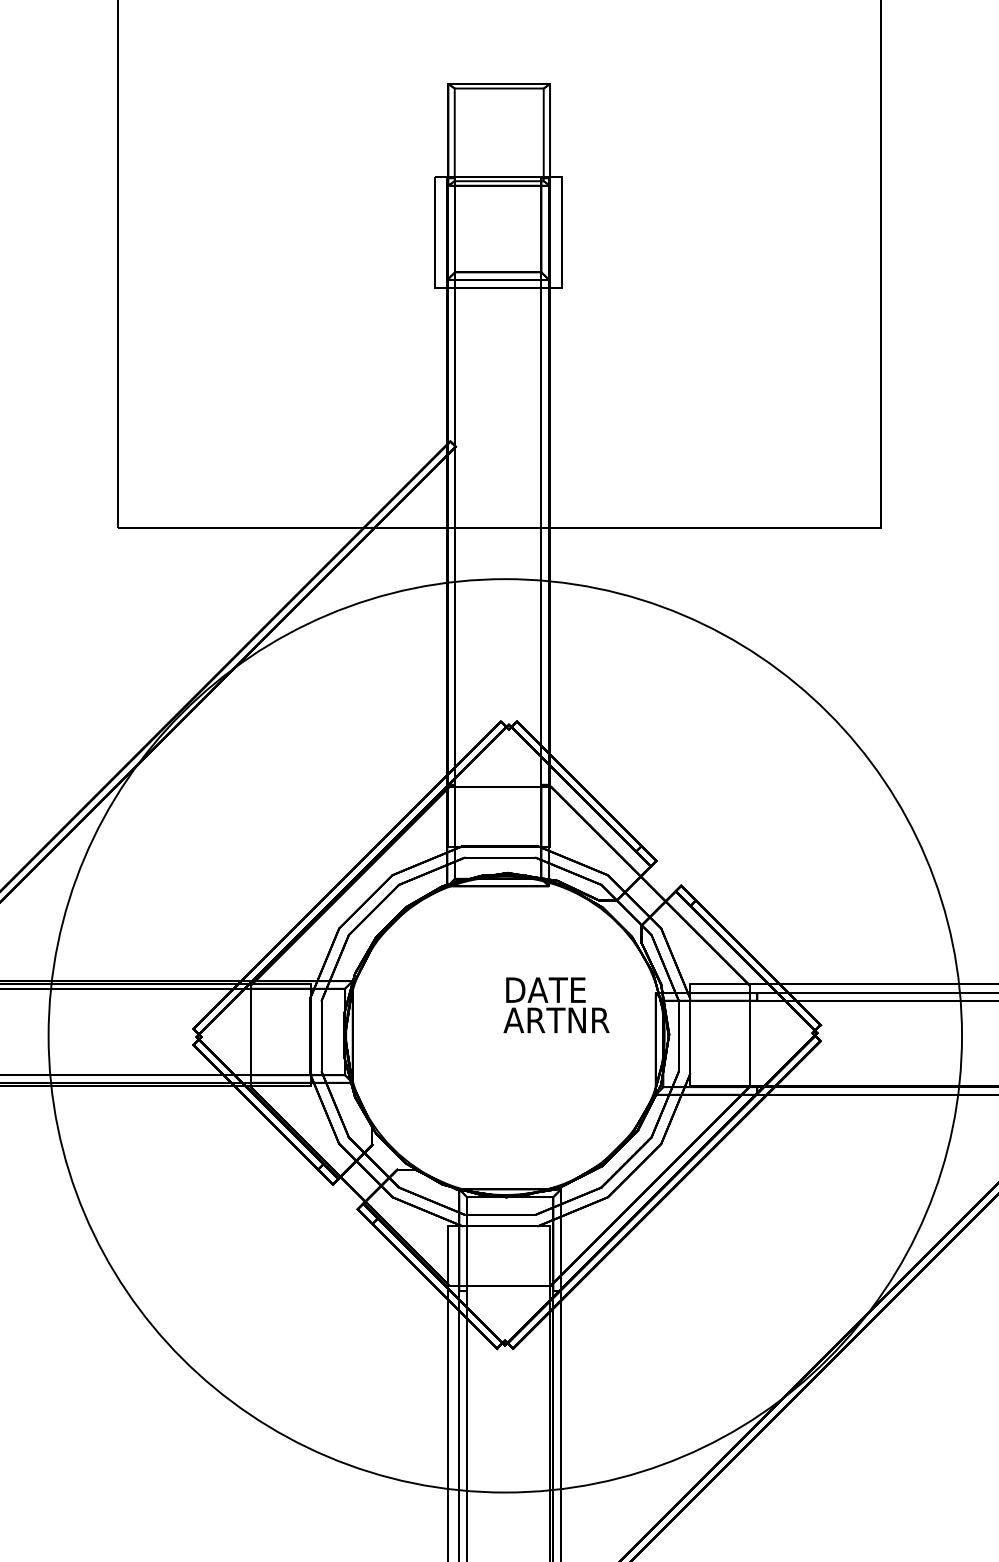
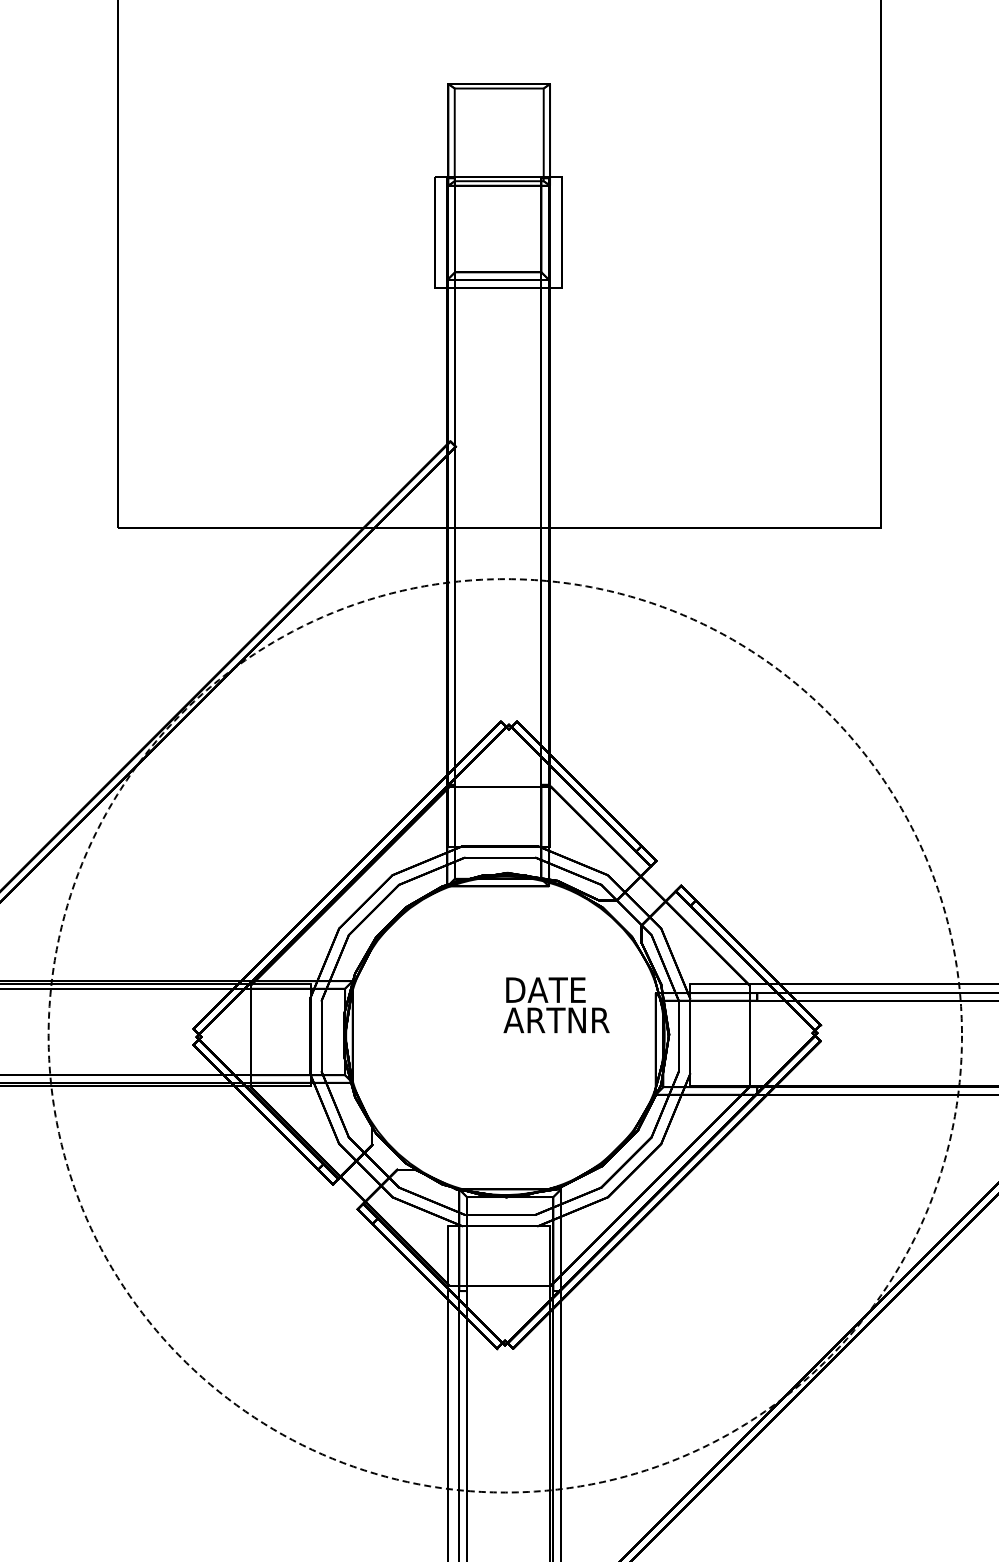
circle at (505, 1035): solid -> dashed
